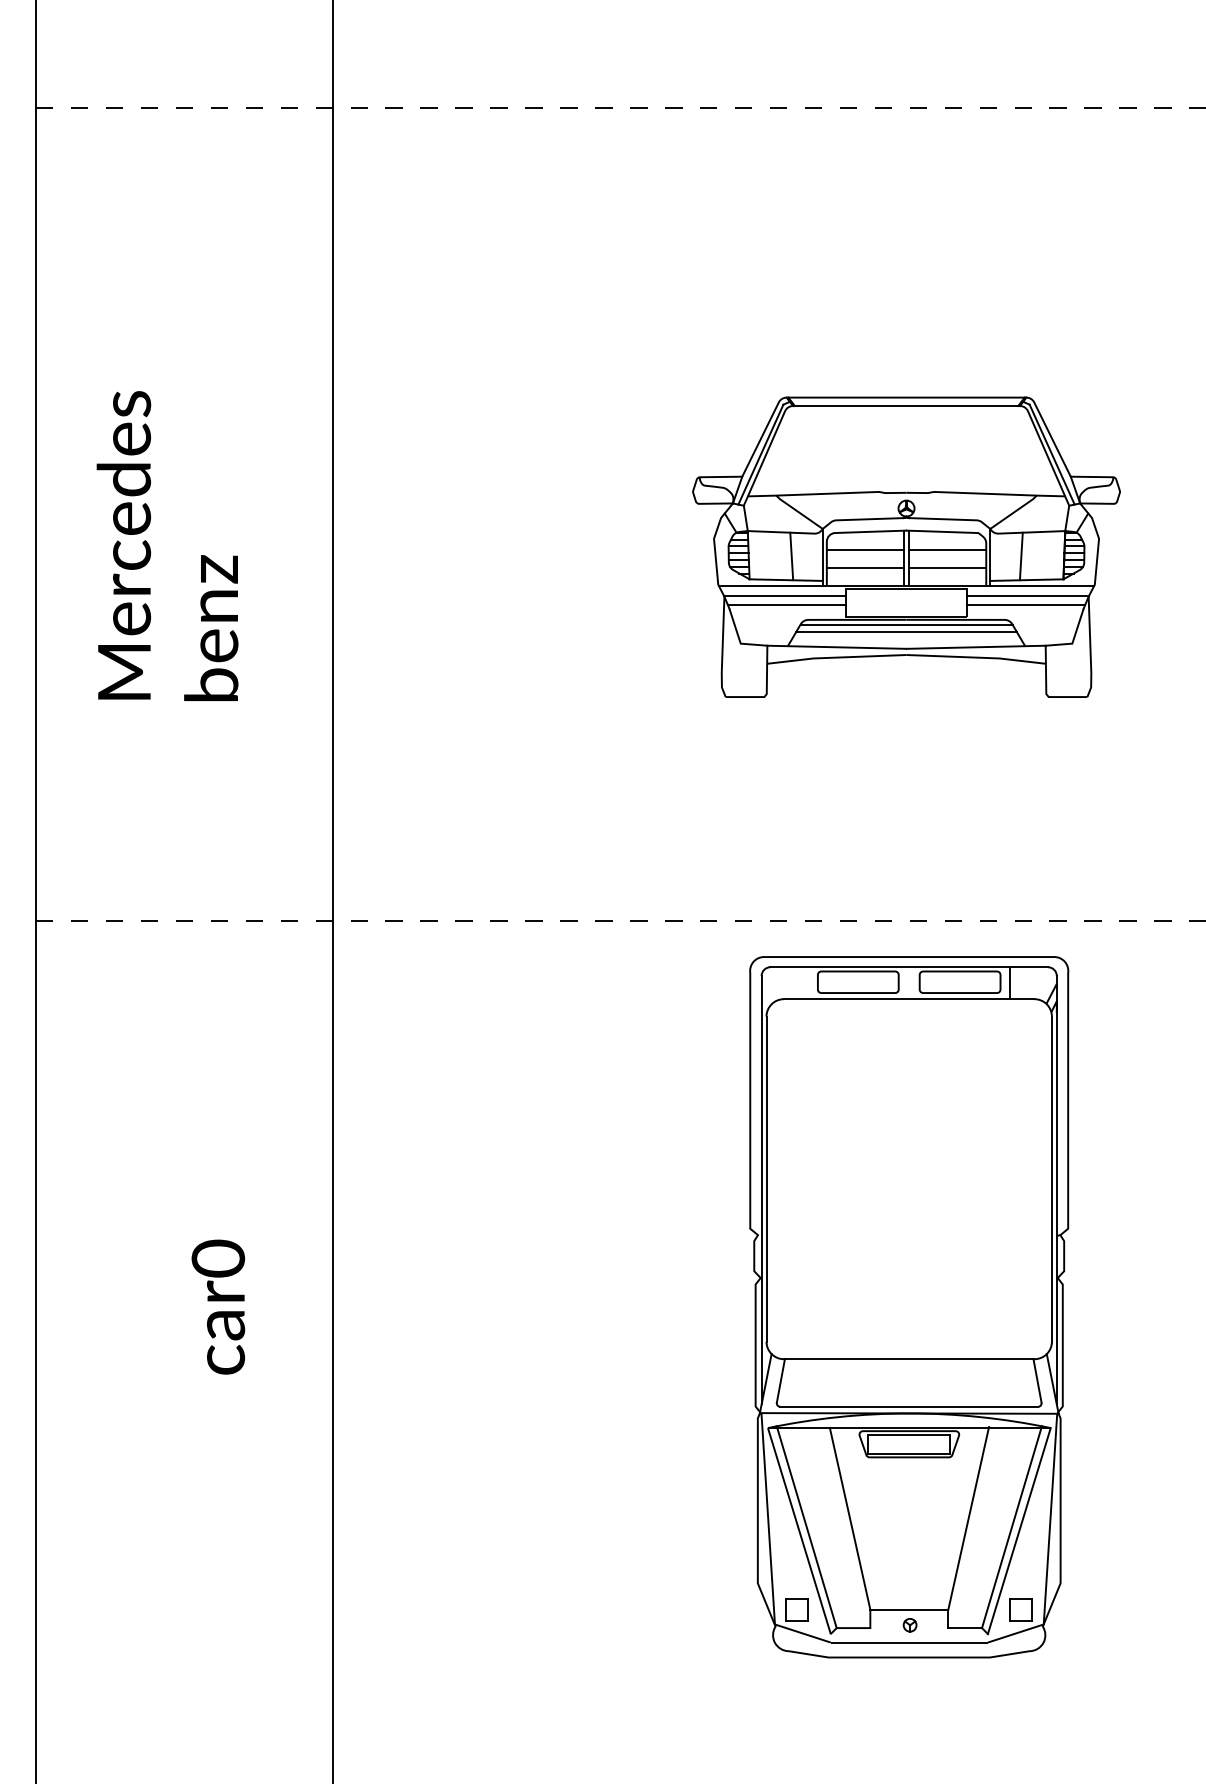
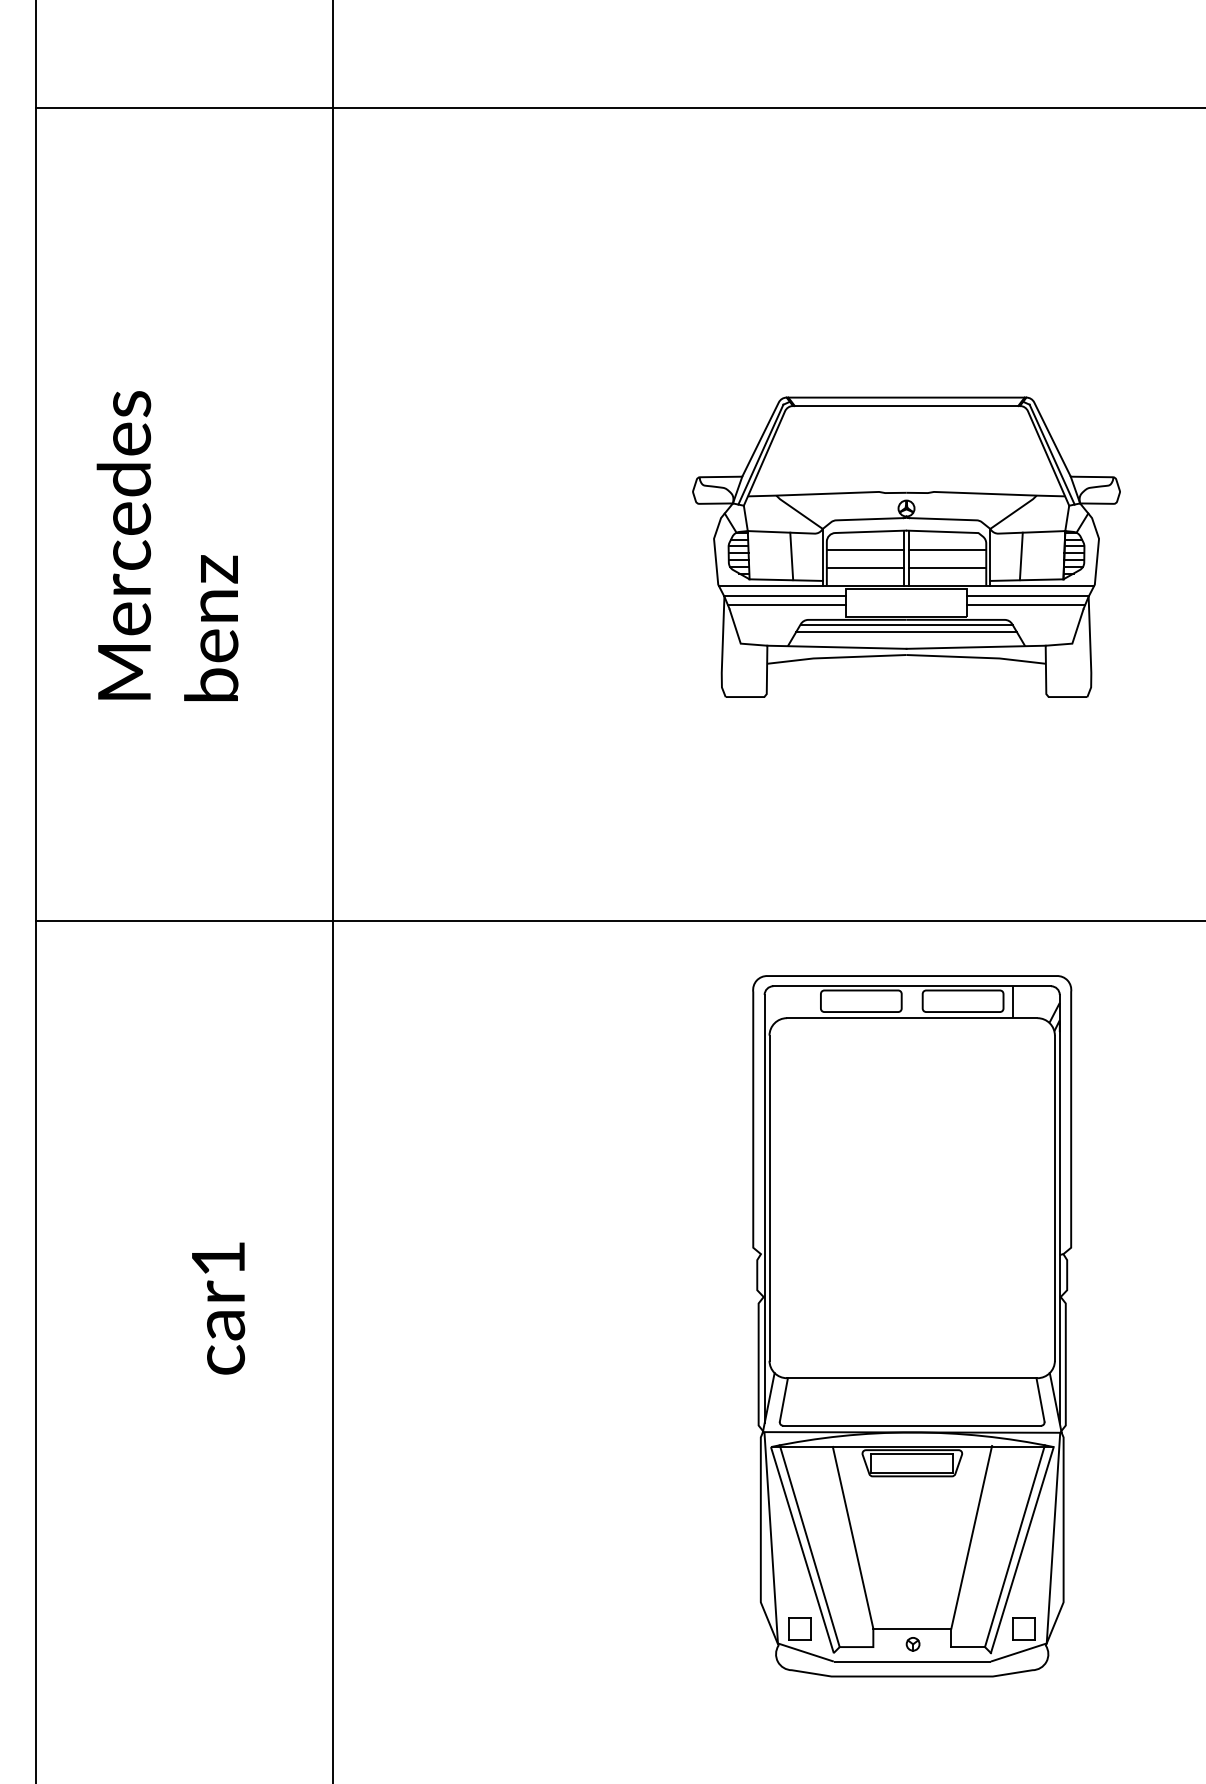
line at (621, 107): dashed -> solid
line at (621, 920): dashed -> solid
text at (218, 1258): car0 -> car1
part at (909, 1307) position: (909, 1307) -> (912, 1326)
